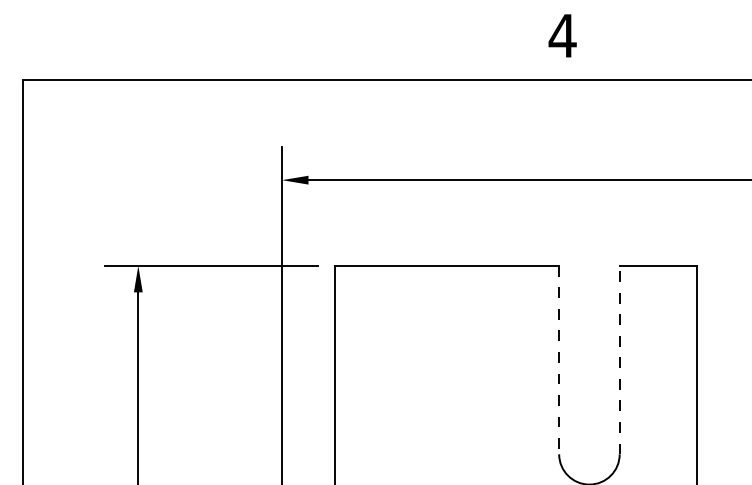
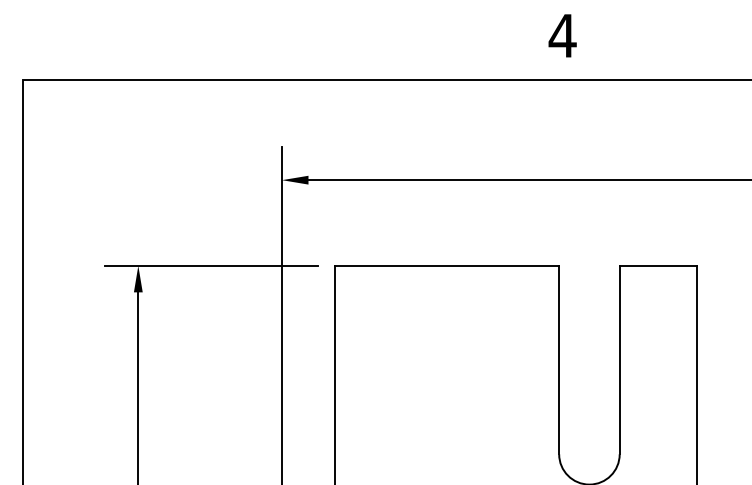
line at (619, 359): dashed -> solid
line at (559, 360): dashed -> solid
